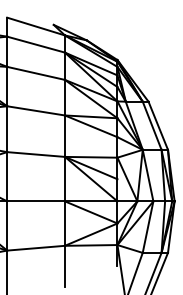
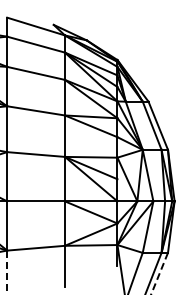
line at (7, 272): solid -> dashed
line at (159, 274): solid -> dashed
